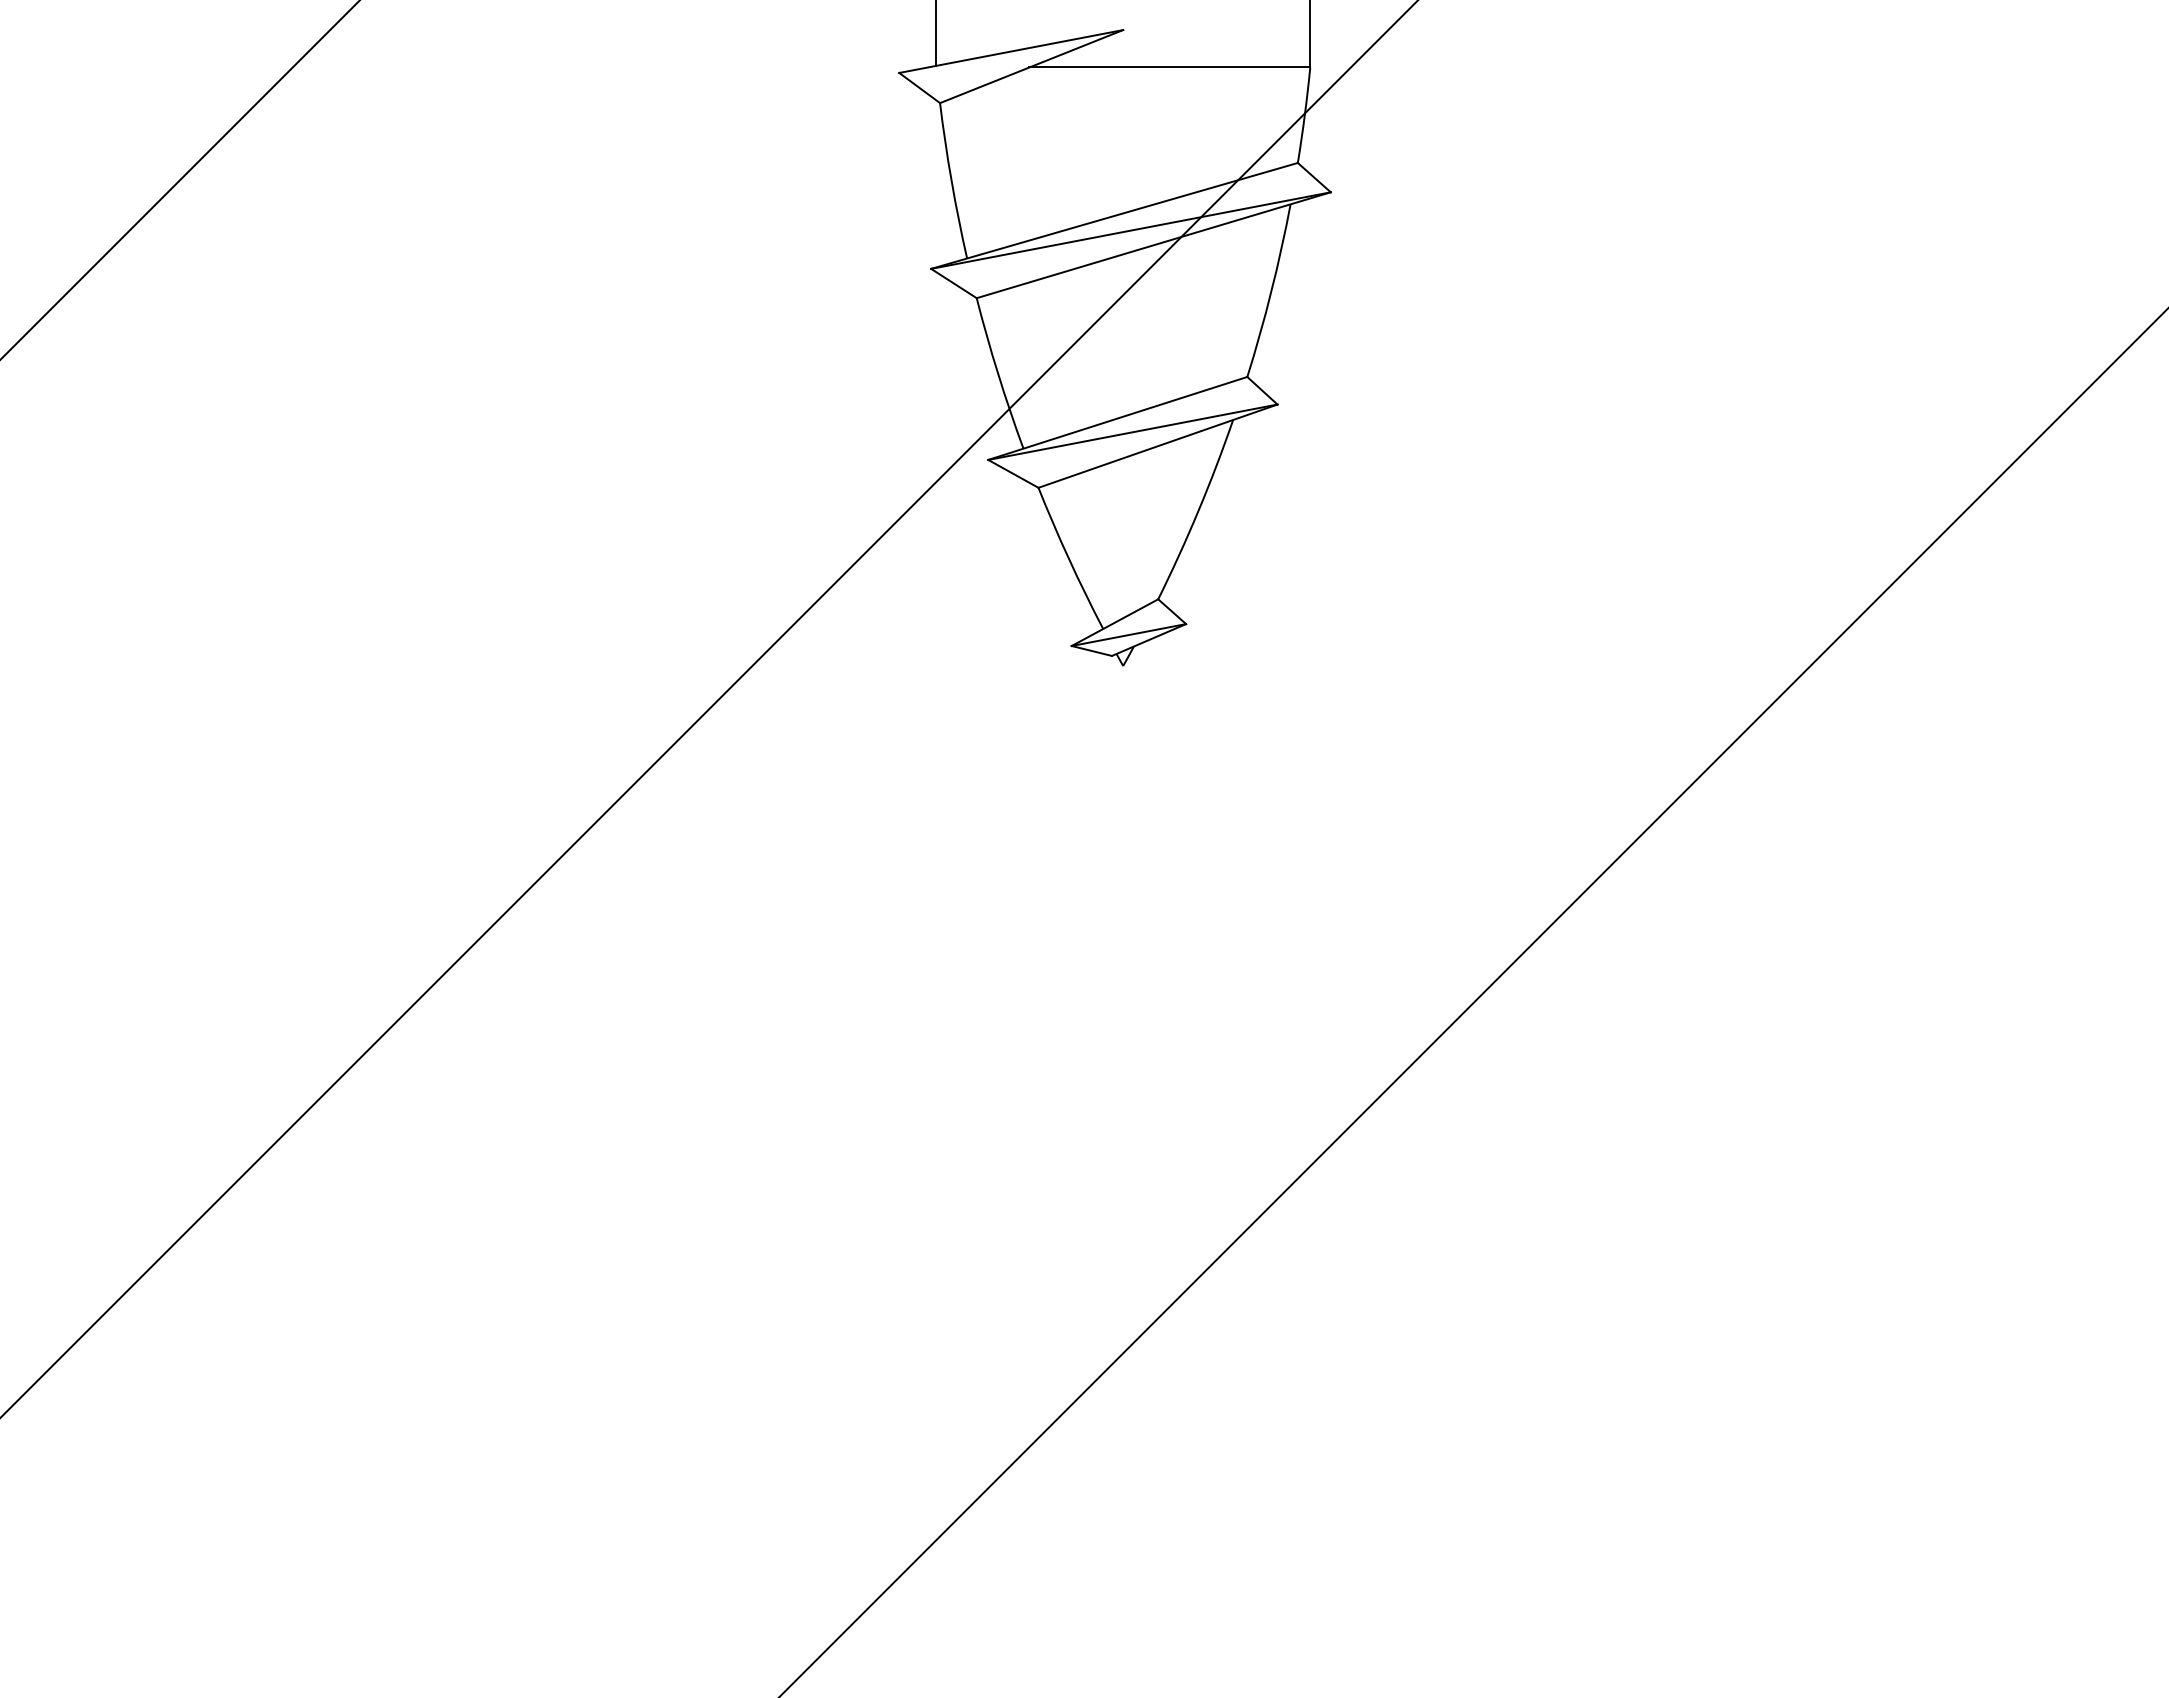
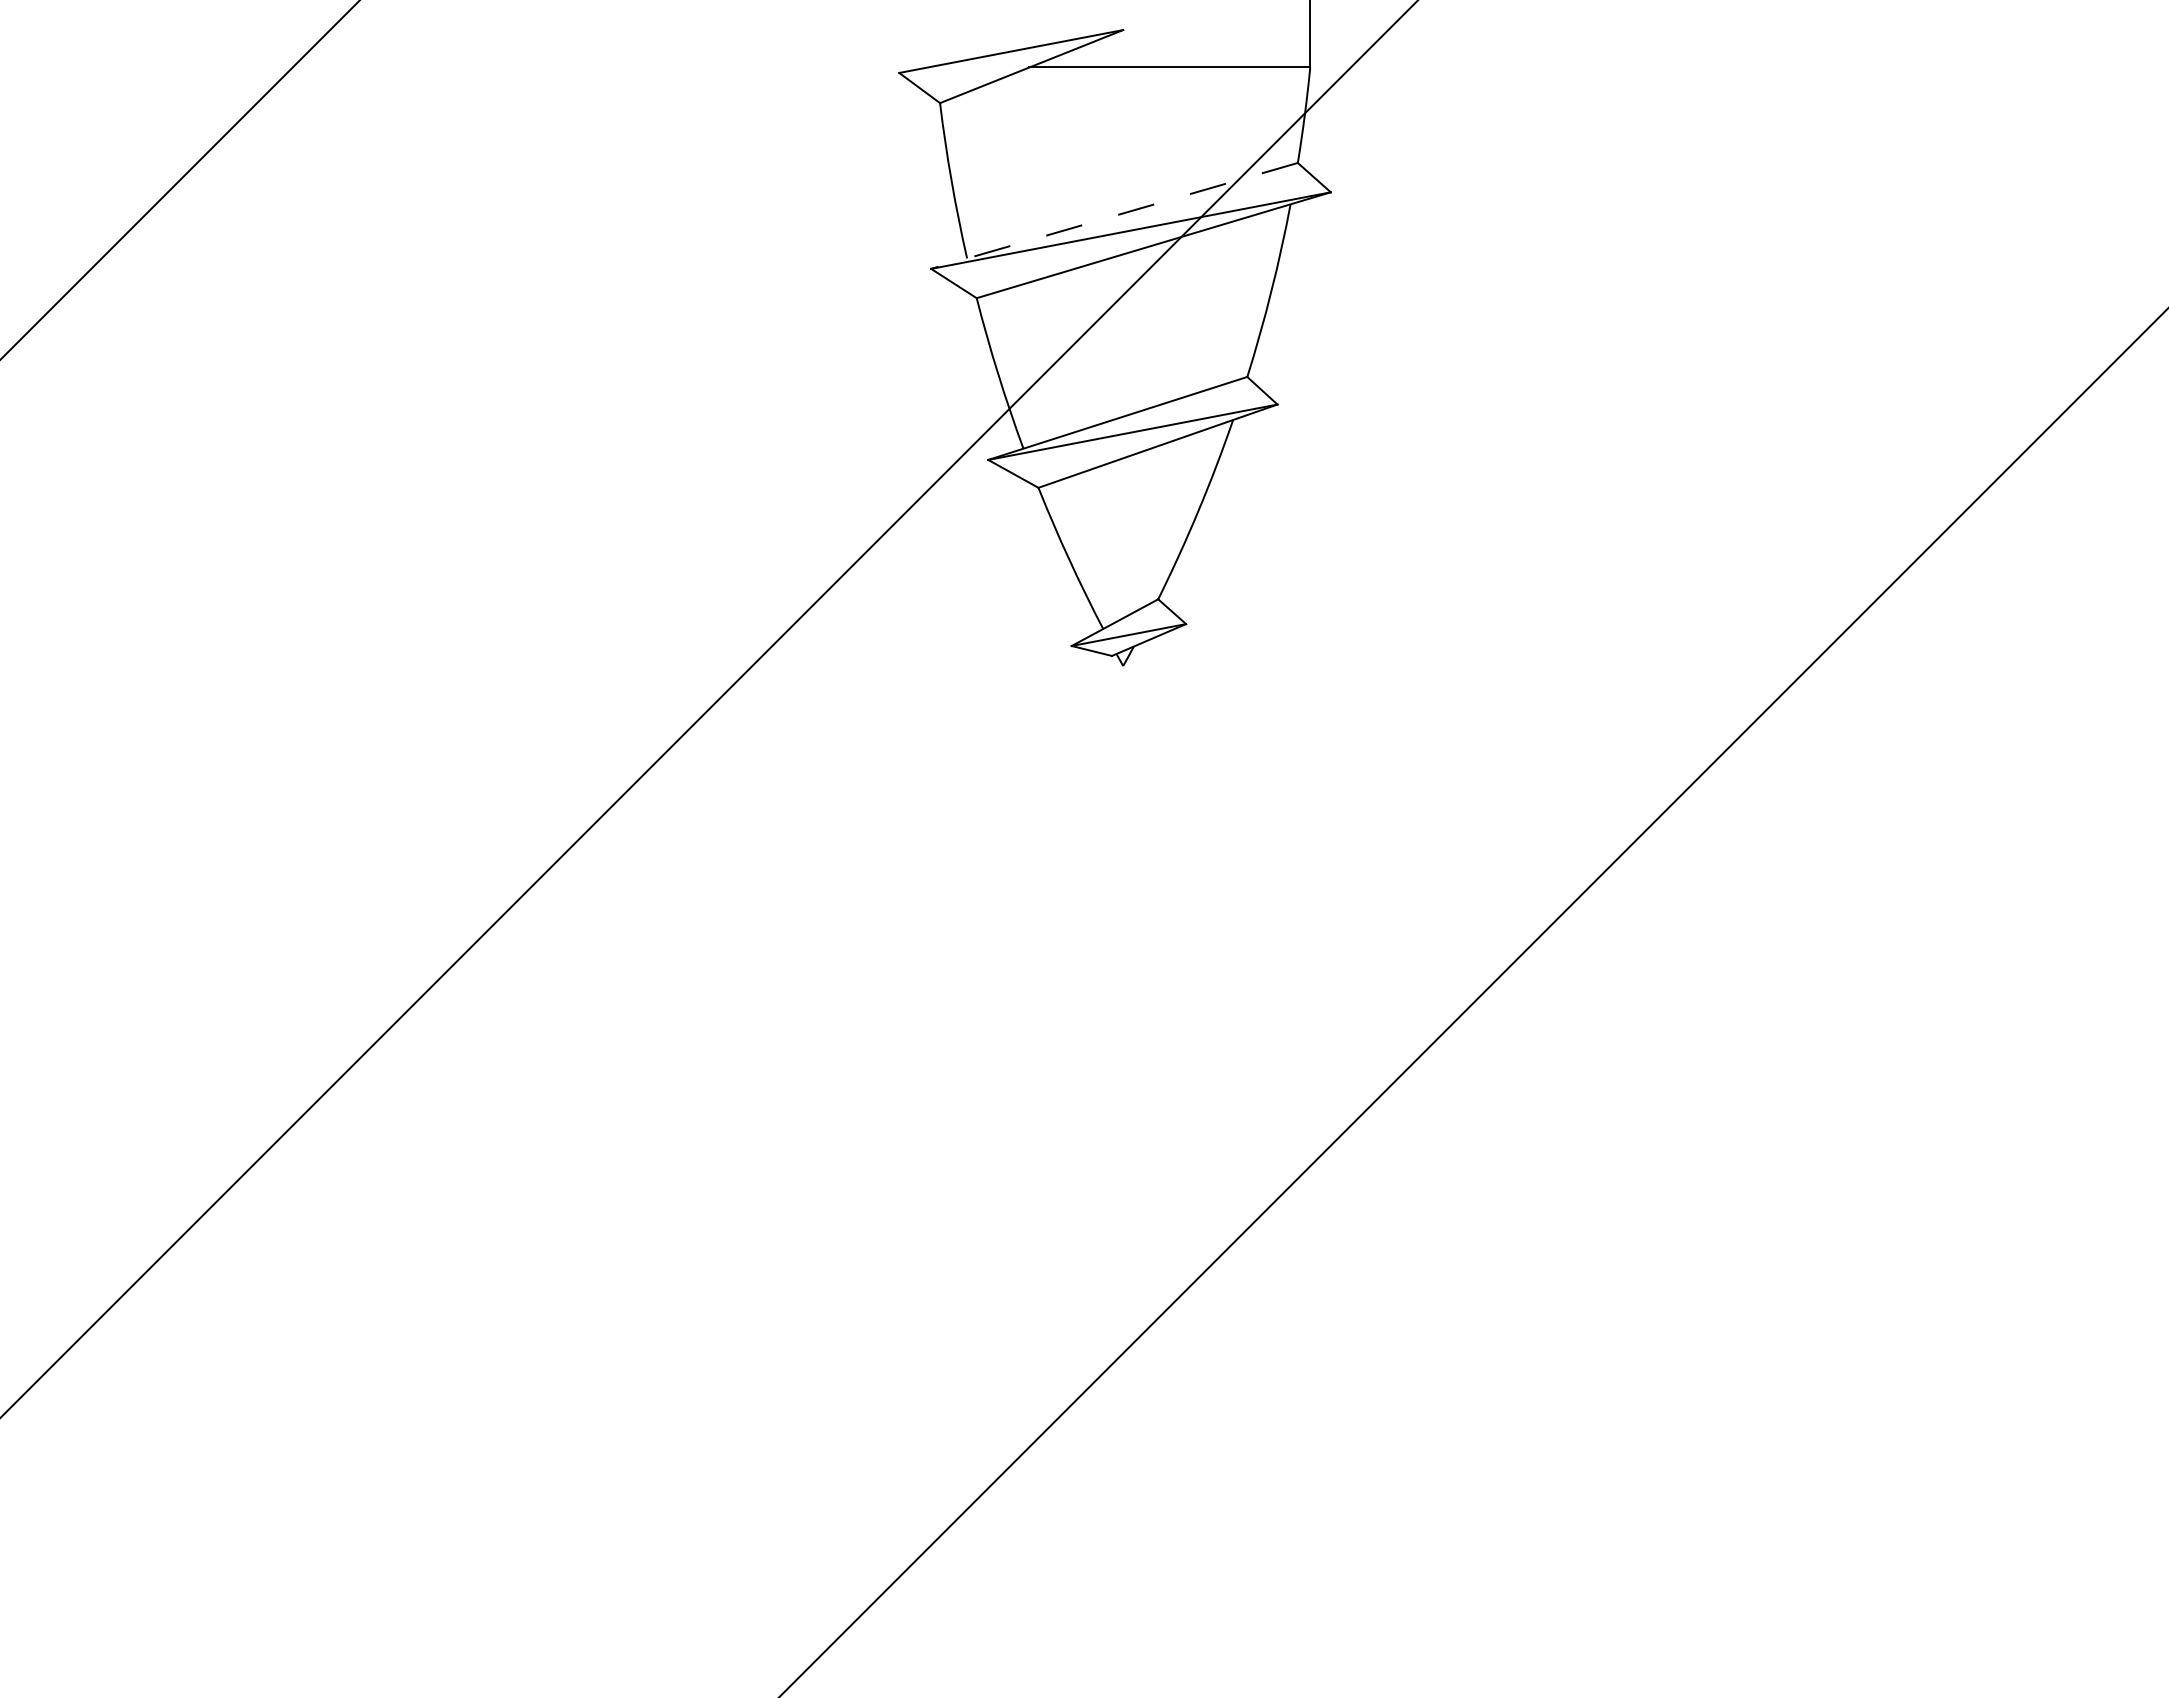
line at (936, 33): present -> none
line at (1114, 215): solid -> dashed
